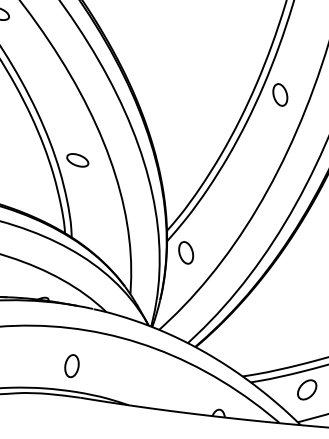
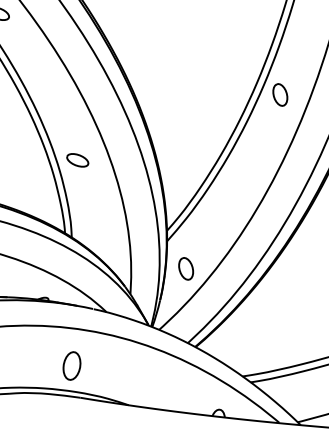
part at (186, 252) position: (186, 252) -> (186, 268)
part at (71, 366) size: 16x25 px -> 20x30 px
part at (307, 389): present -> none
